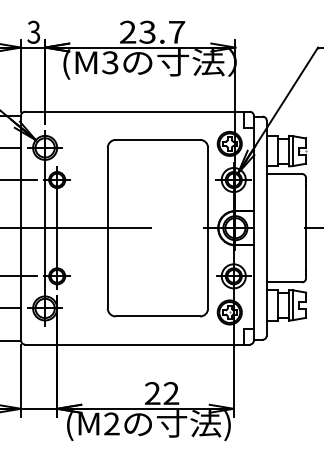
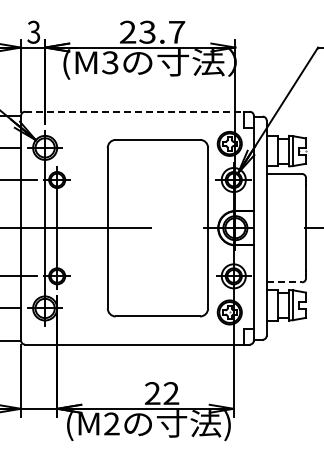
line at (134, 111): solid -> dashed
line at (284, 282): solid -> dashed
